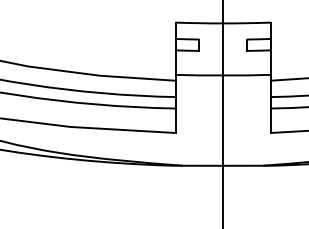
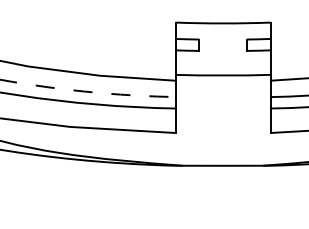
arc at (87, 91): solid -> dashed
line at (223, 113): present -> none
